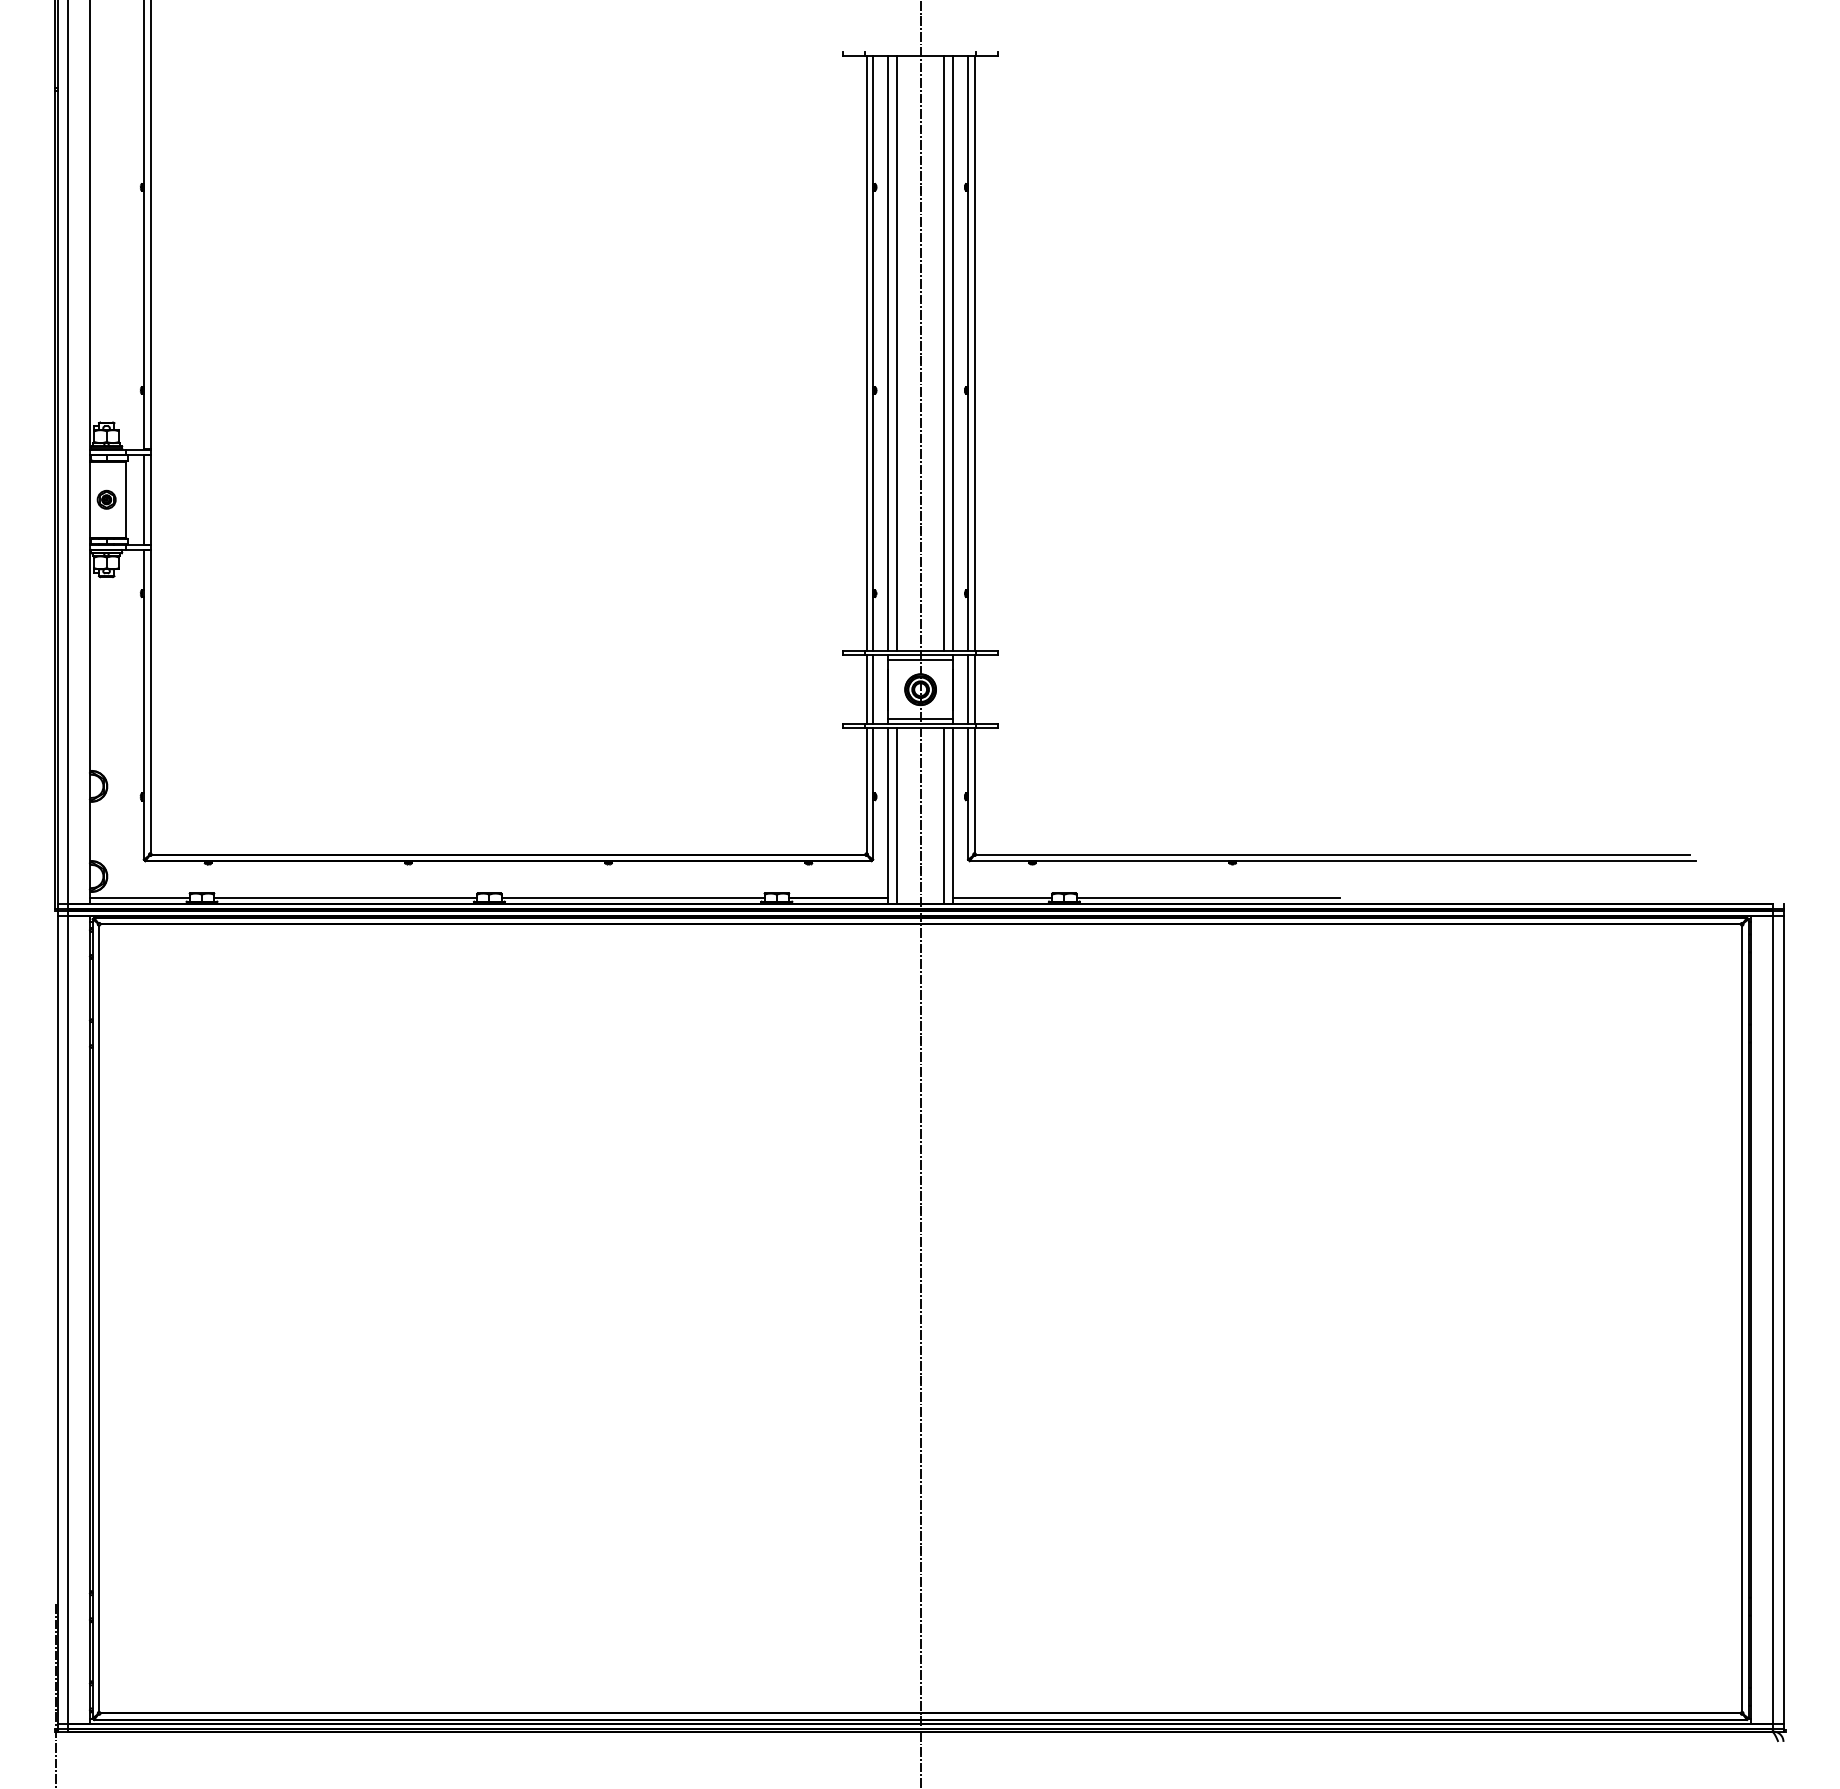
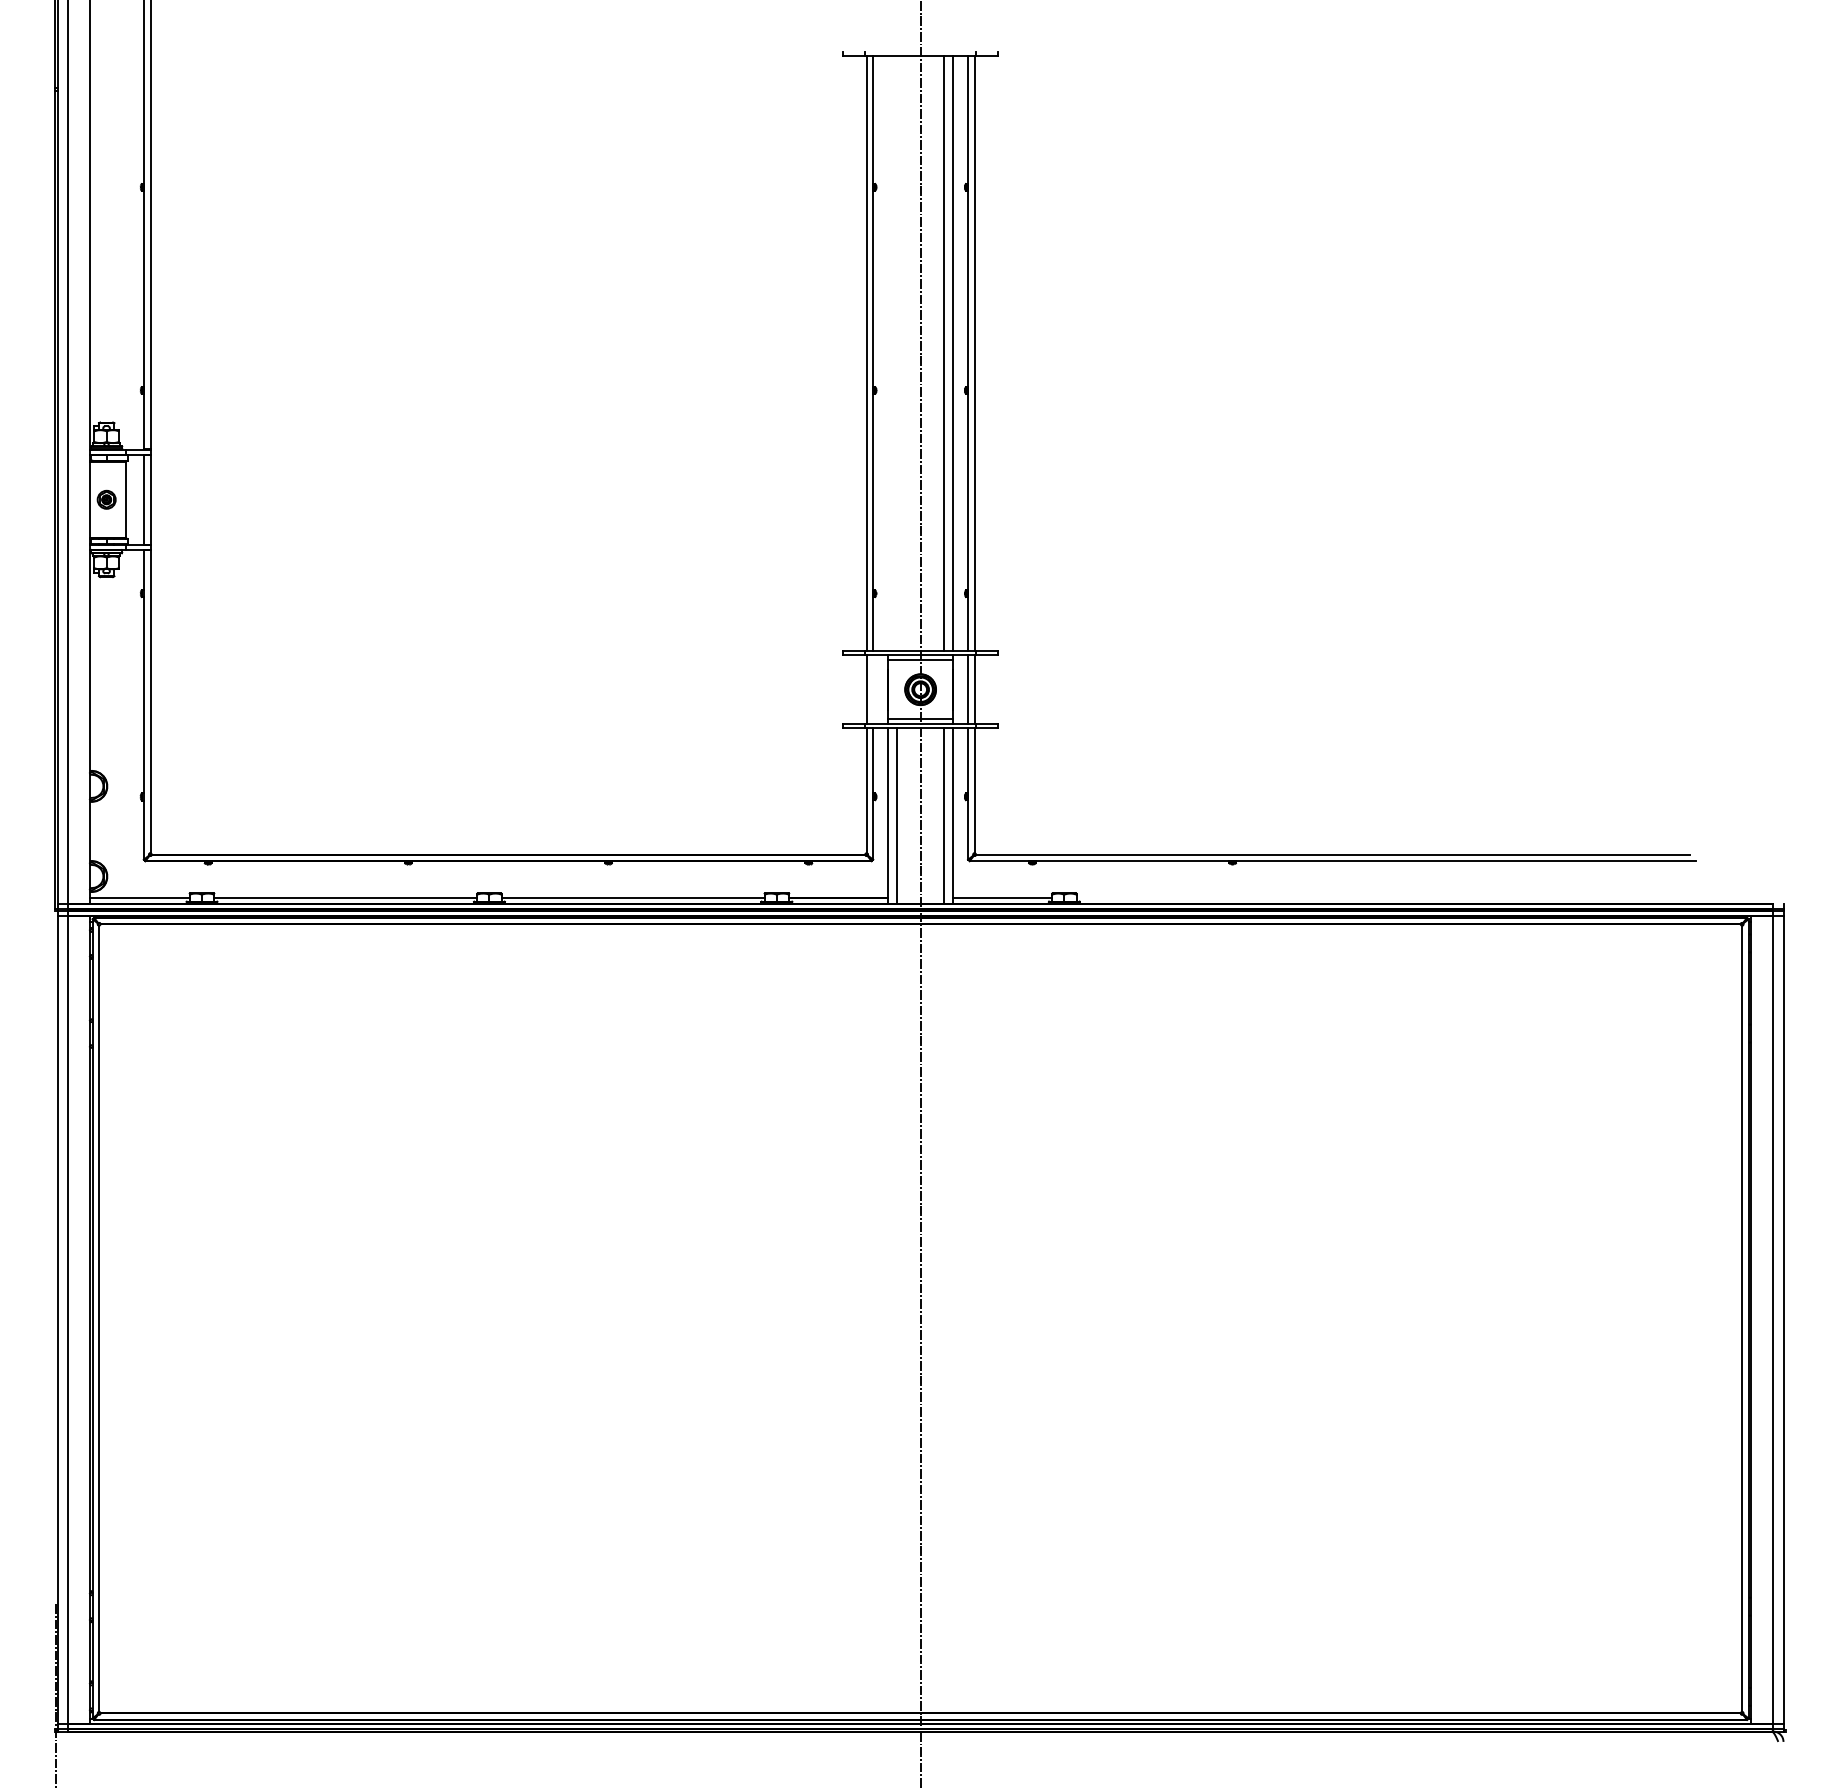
line at (888, 353): present -> none
line at (897, 353): present -> none
line at (873, 689): present -> none
line at (1207, 898): present -> none
